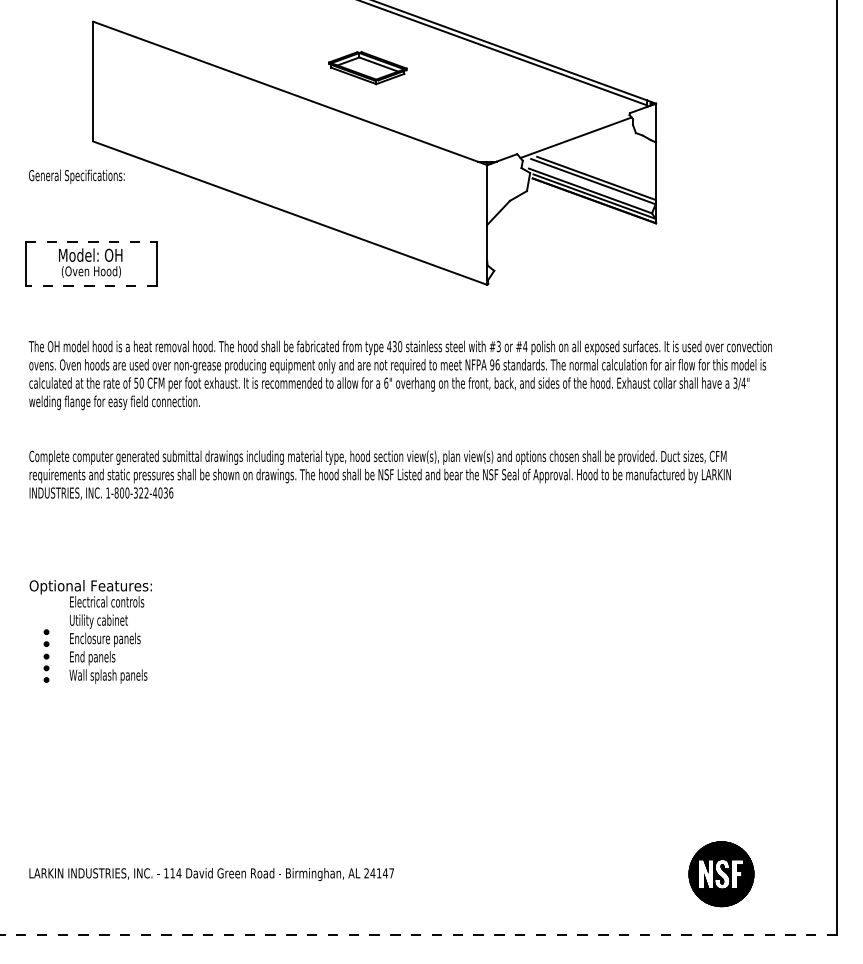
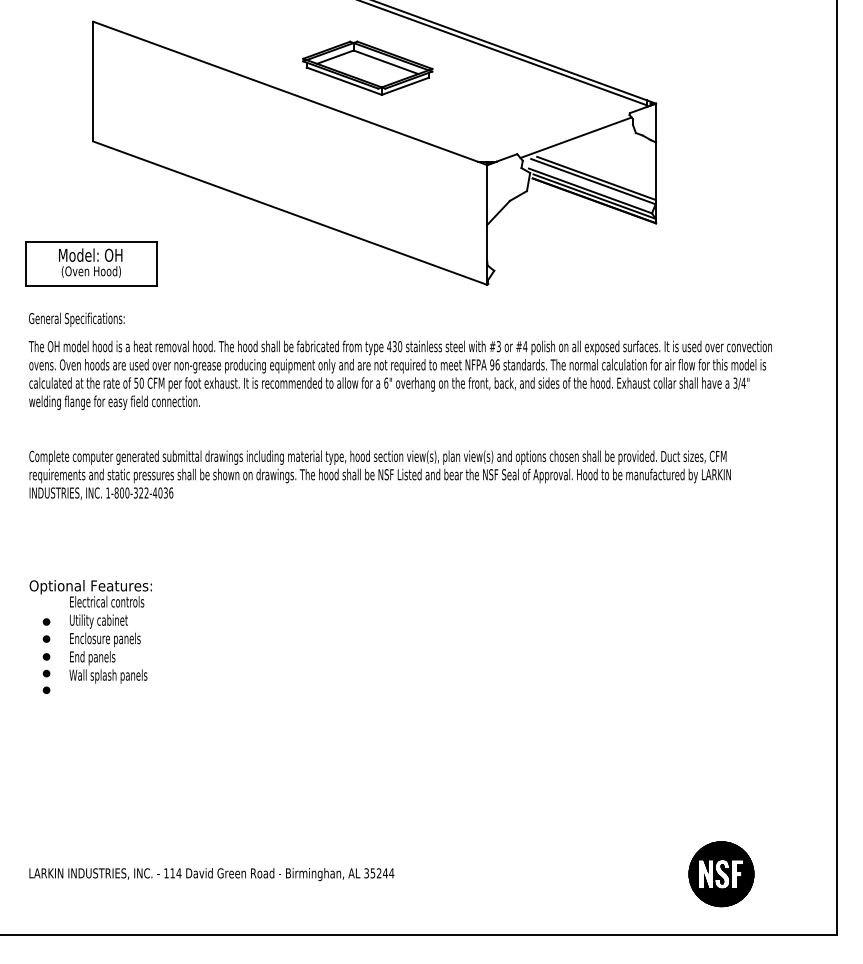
part at (367, 68) size: 80x35 px -> 132x56 px
text at (76, 176) position: (76, 176) -> (76, 319)
line at (91, 242): dashed -> solid
line at (91, 285): dashed -> solid
part at (46, 655) size: 7x54 px -> 9x76 px
text at (379, 873): 24147 -> 35244
line at (418, 935): dashed -> solid
